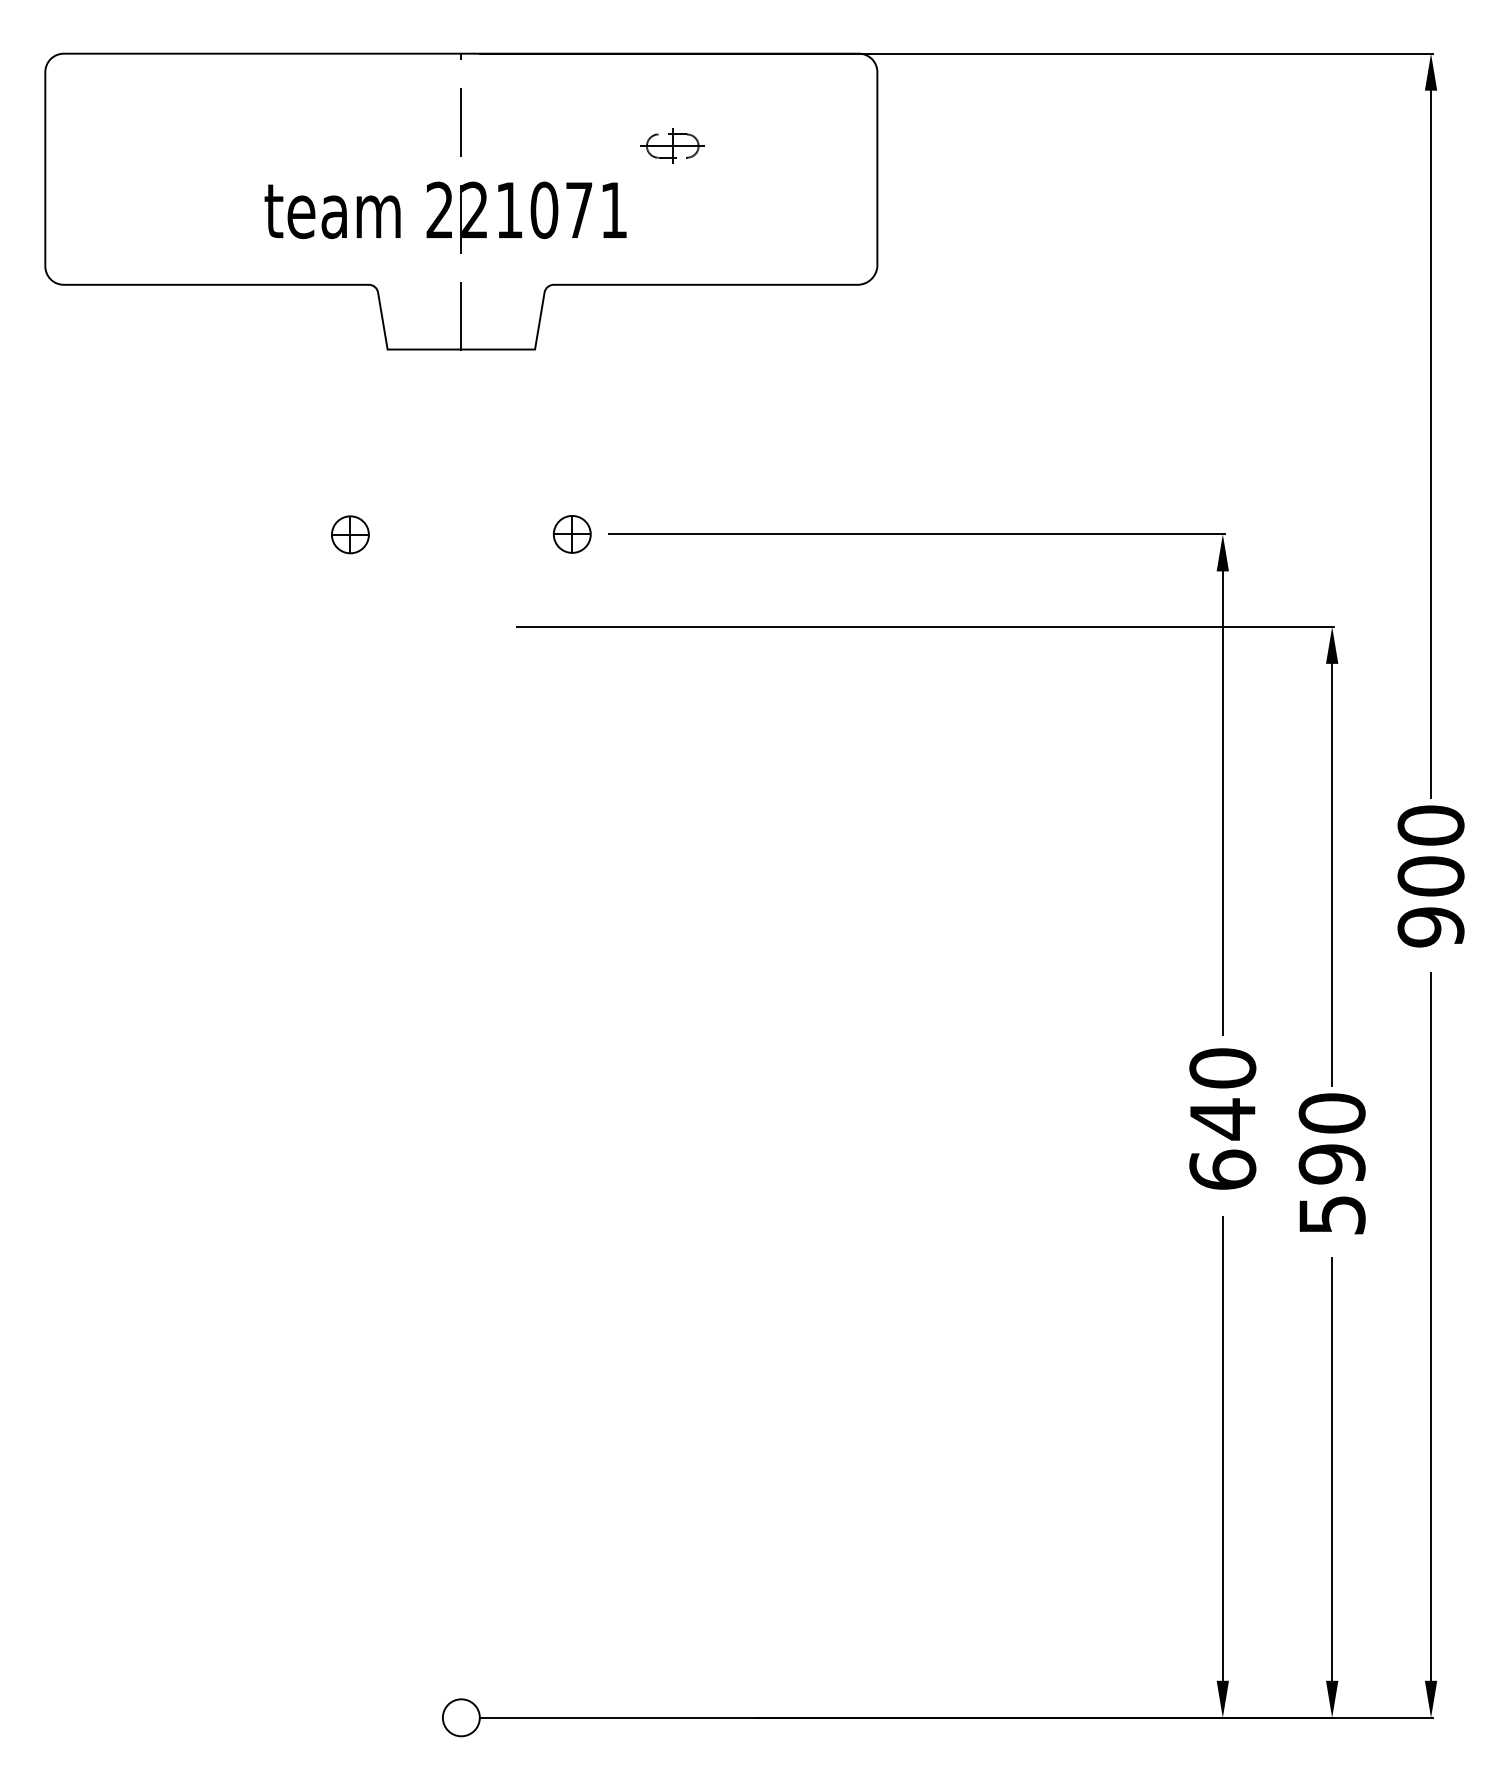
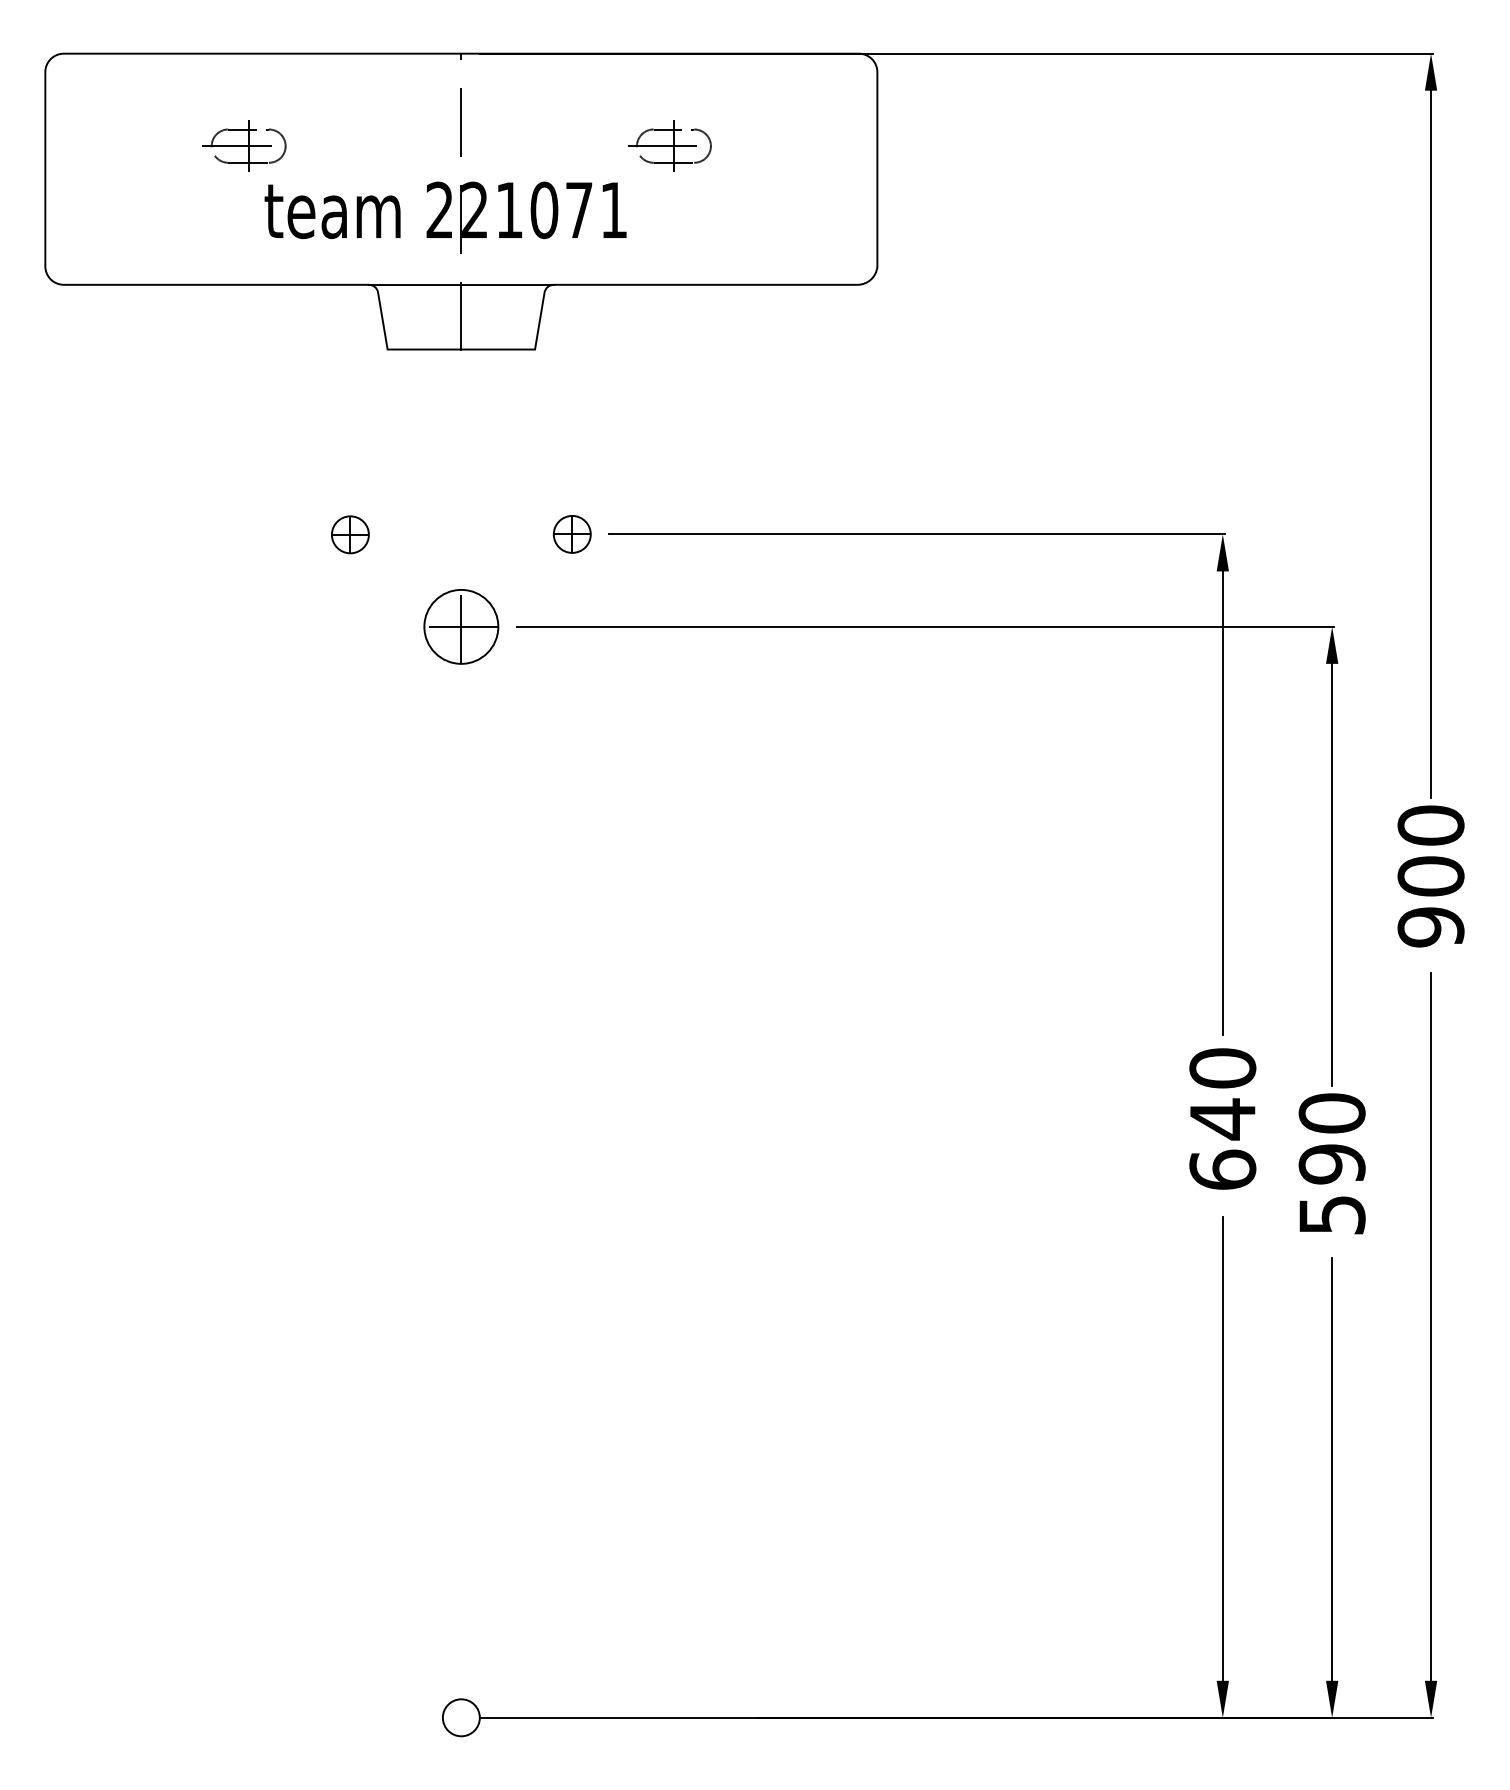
part at (244, 145): none -> present
part at (672, 145) size: 65x36 px -> 84x52 px
line at (460, 284): none -> present
part at (461, 626): none -> present
